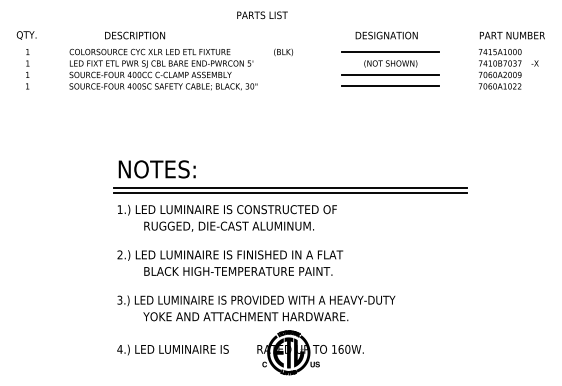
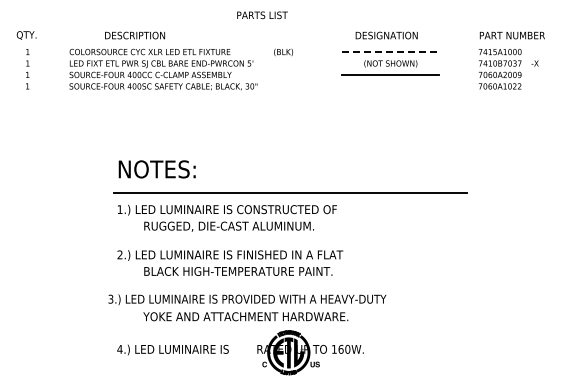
line at (390, 51): solid -> dashed
line at (390, 86): present -> none
line at (290, 187): present -> none
text at (256, 300) position: (256, 300) -> (247, 299)
